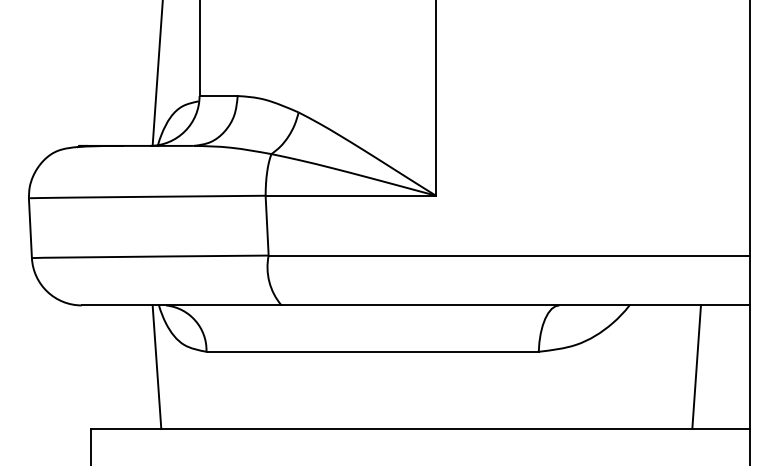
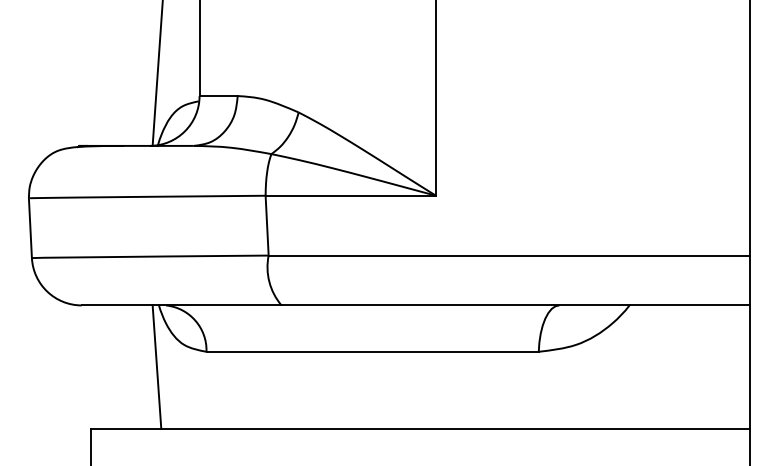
line at (696, 367): present -> none
